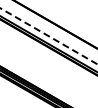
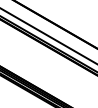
line at (49, 36): dashed -> solid
